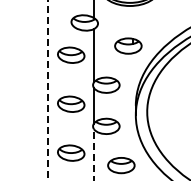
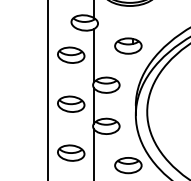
line at (48, 90): dashed -> solid
line at (94, 154): dashed -> solid
part at (121, 165) position: (121, 165) -> (128, 165)
